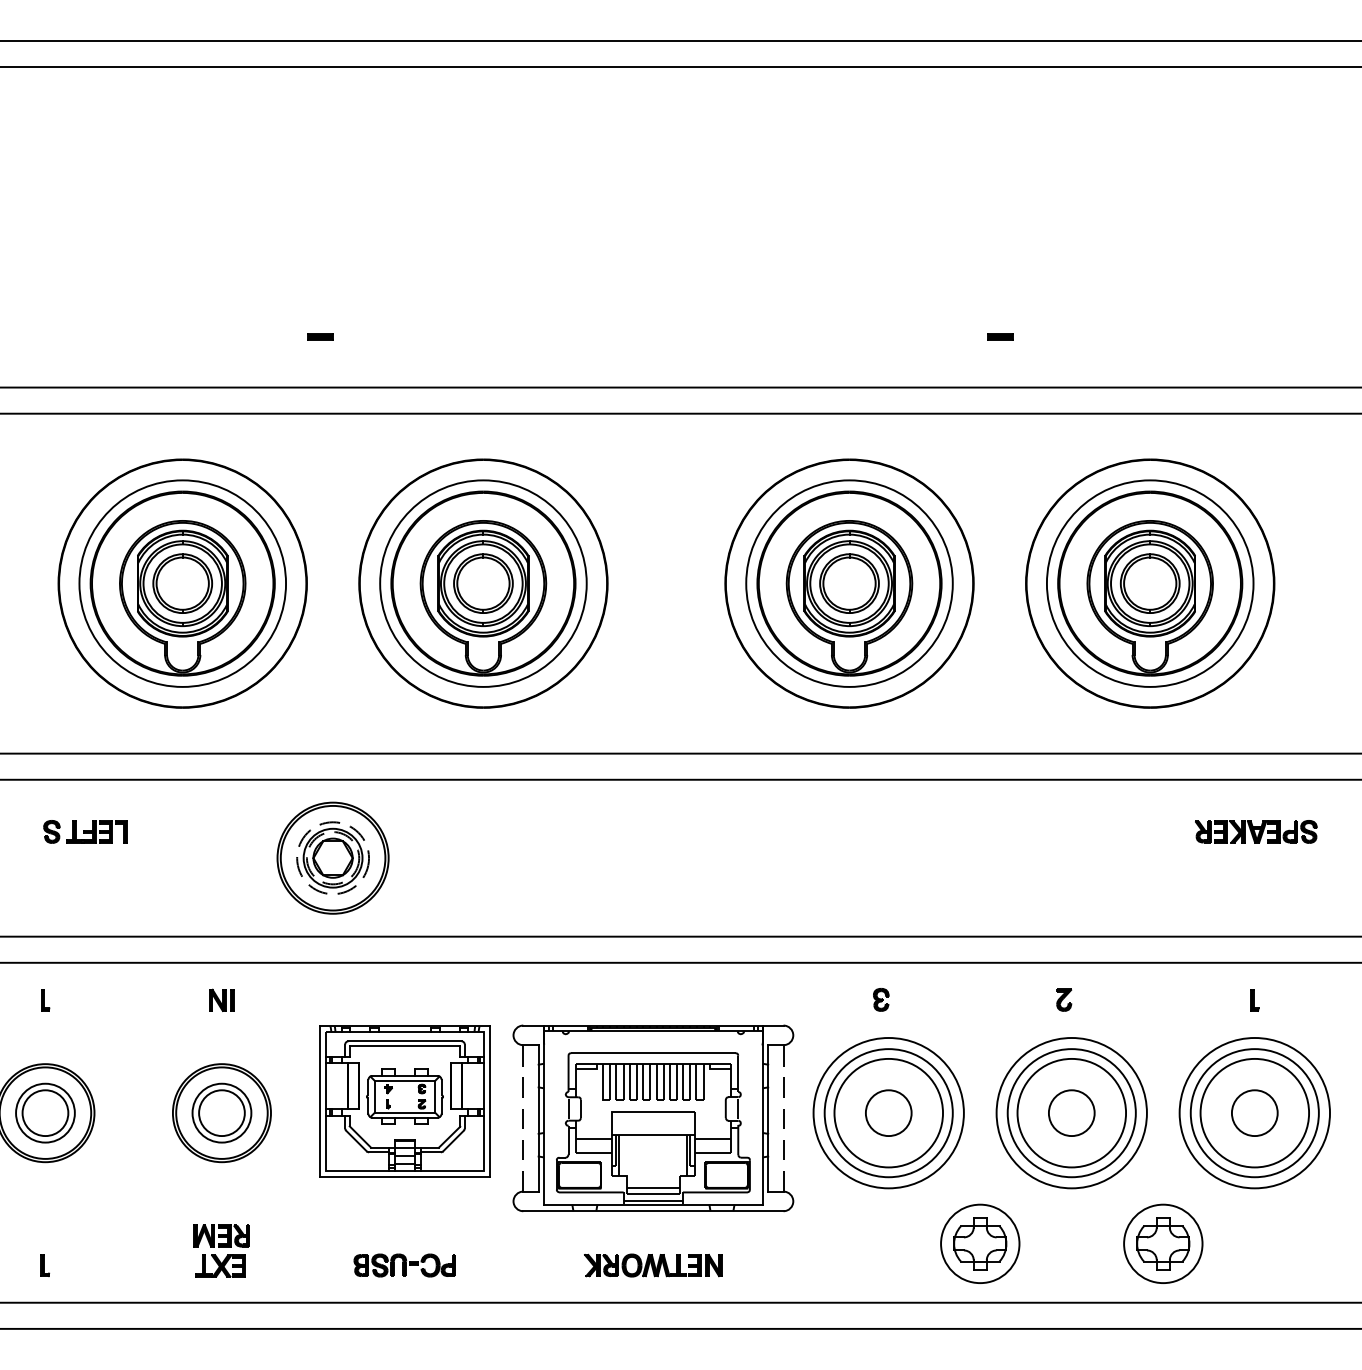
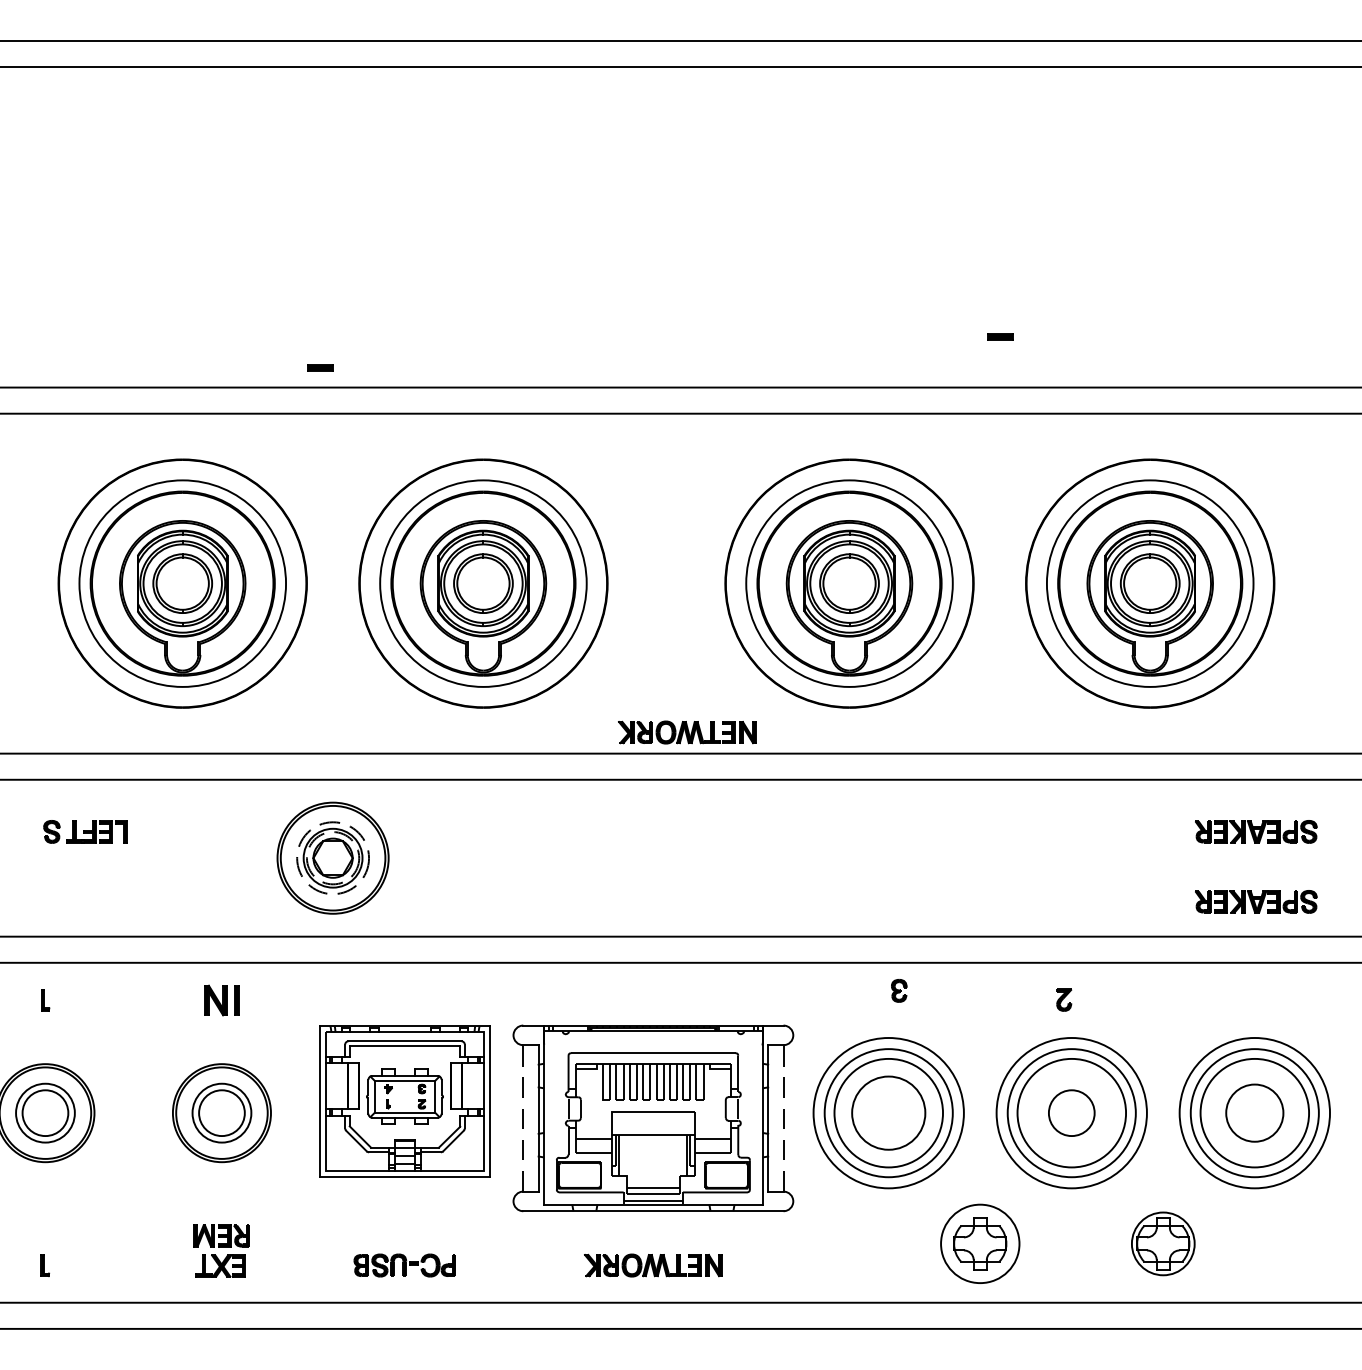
part at (320, 336) position: (320, 336) -> (320, 367)
part at (687, 732): none -> present
part at (1256, 901): none -> present
part at (221, 999) size: 26x24 px -> 36x33 px
part at (881, 999) position: (881, 999) -> (899, 990)
part at (1254, 1000): present -> none
circle at (888, 1113) diameter: 46 px -> 73 px
circle at (1254, 1113) diameter: 46 px -> 57 px
circle at (1163, 1243) diameter: 78 px -> 63 px
